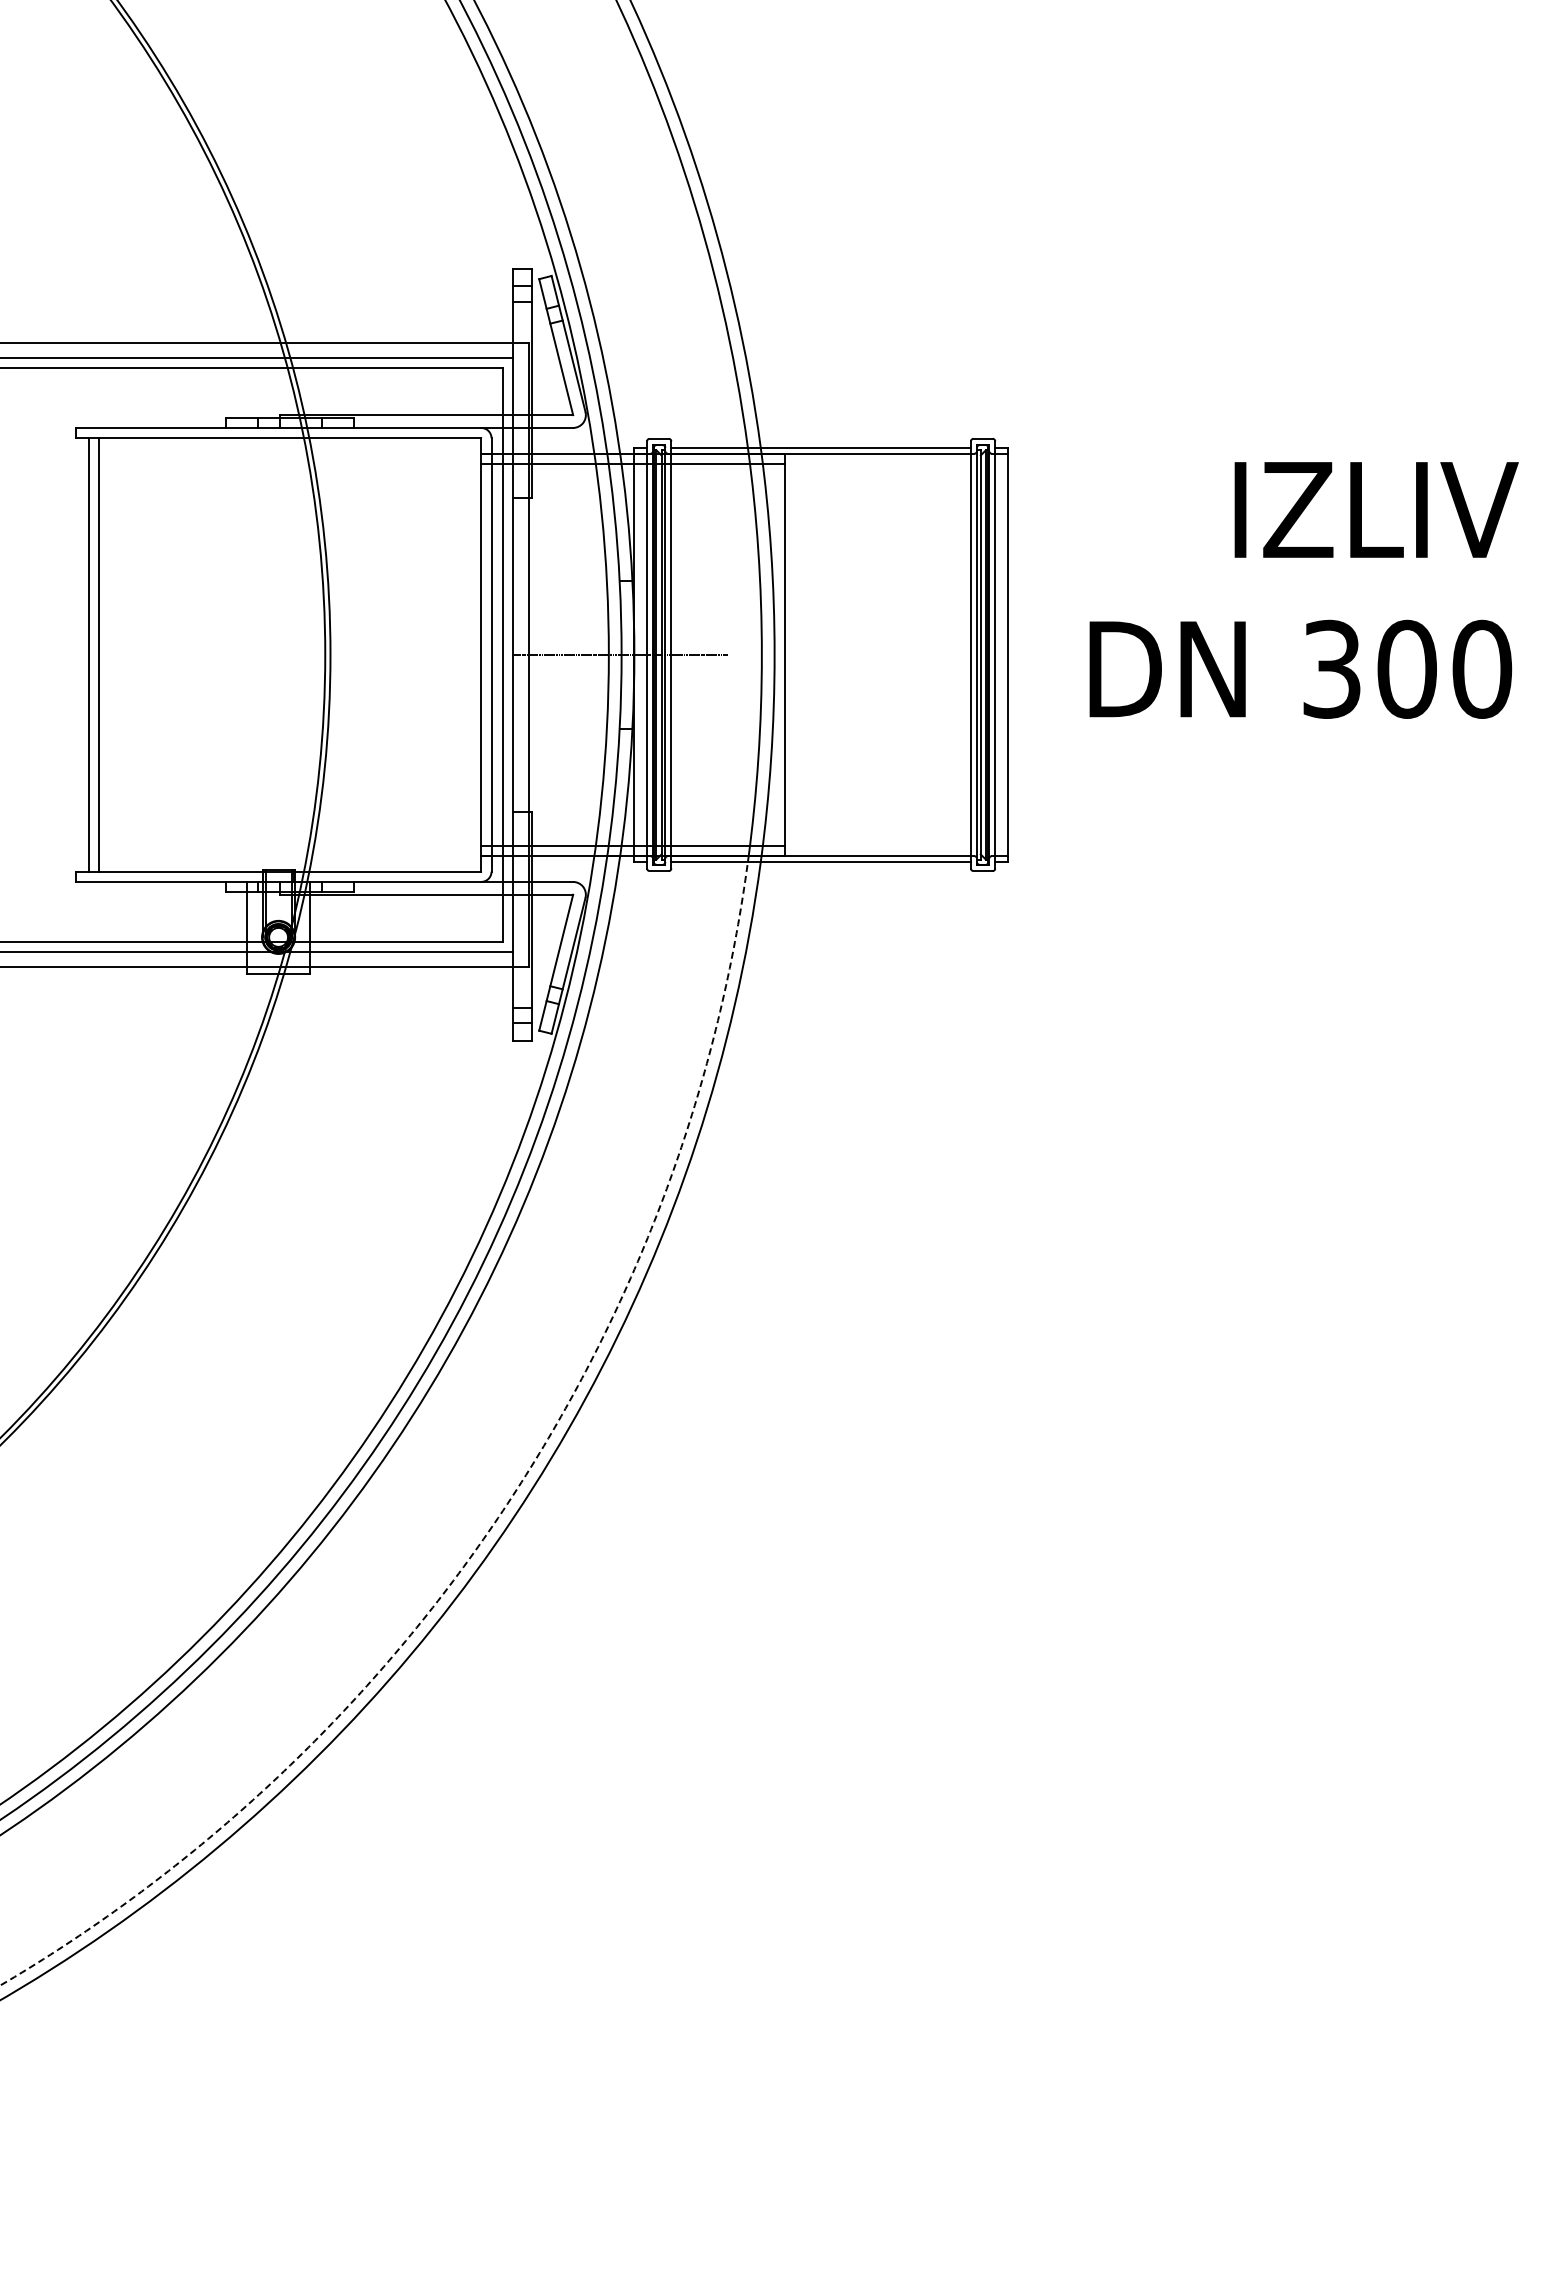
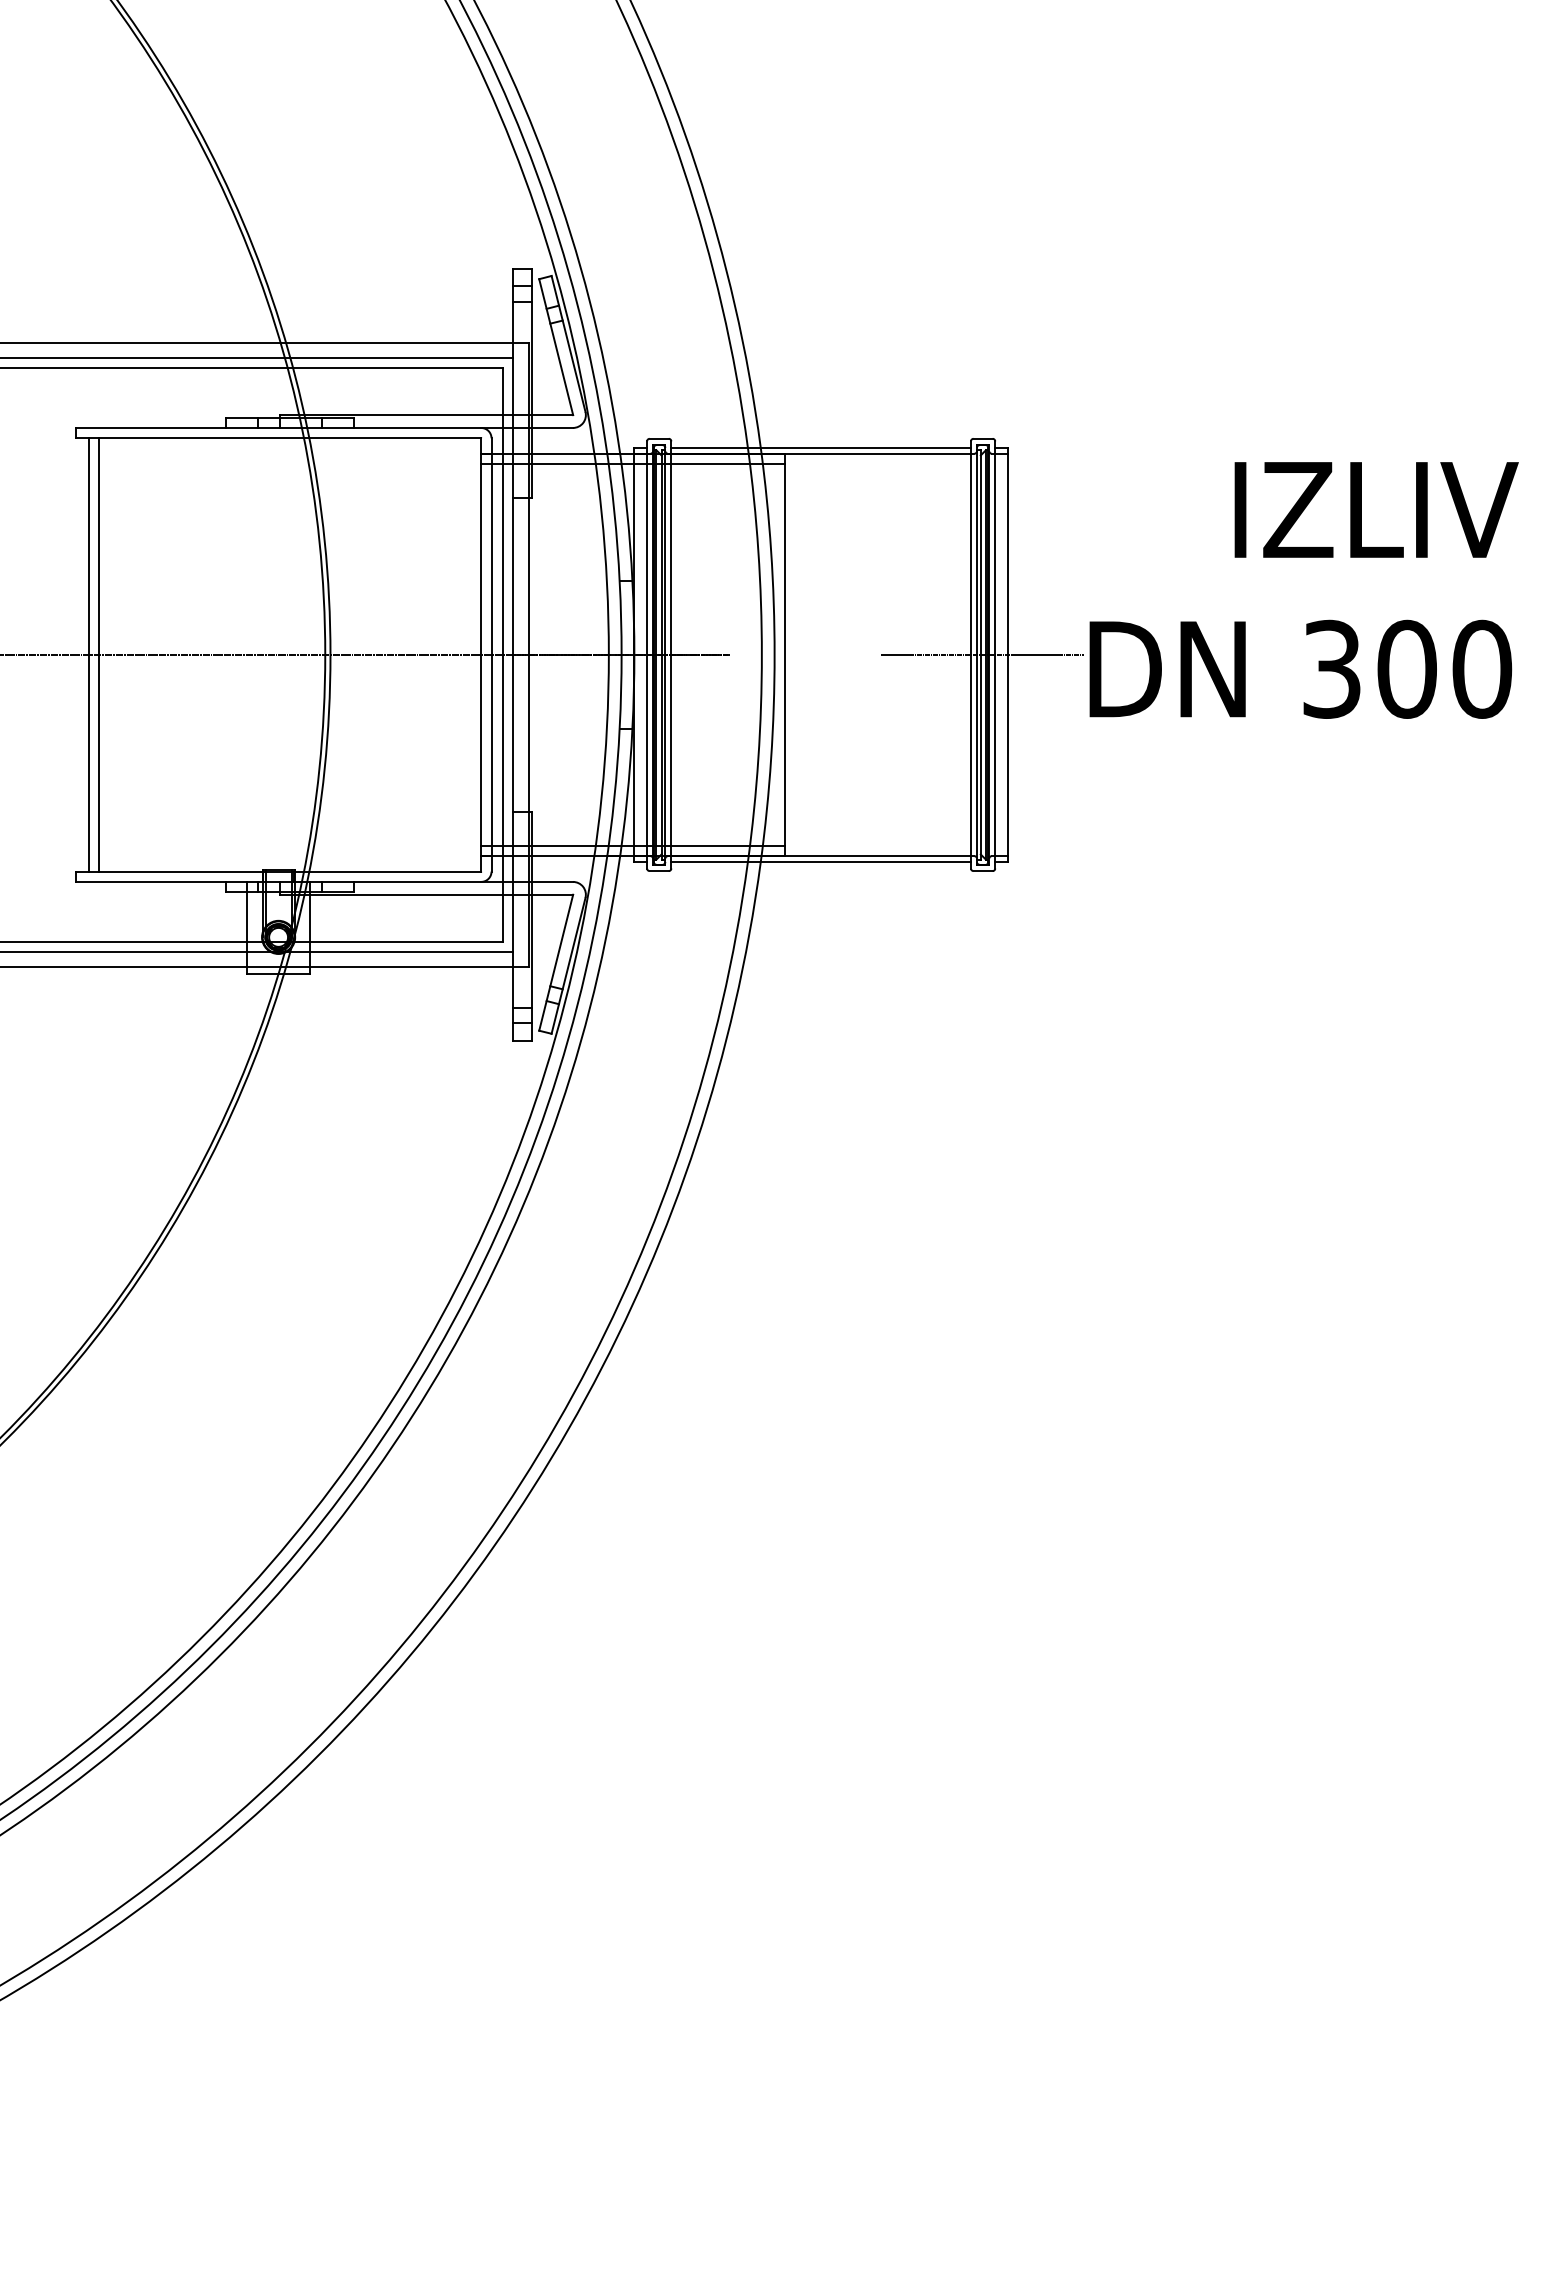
line at (366, 654): none -> present
line at (982, 654): none -> present
arc at (503, 1510): dashed -> solid
